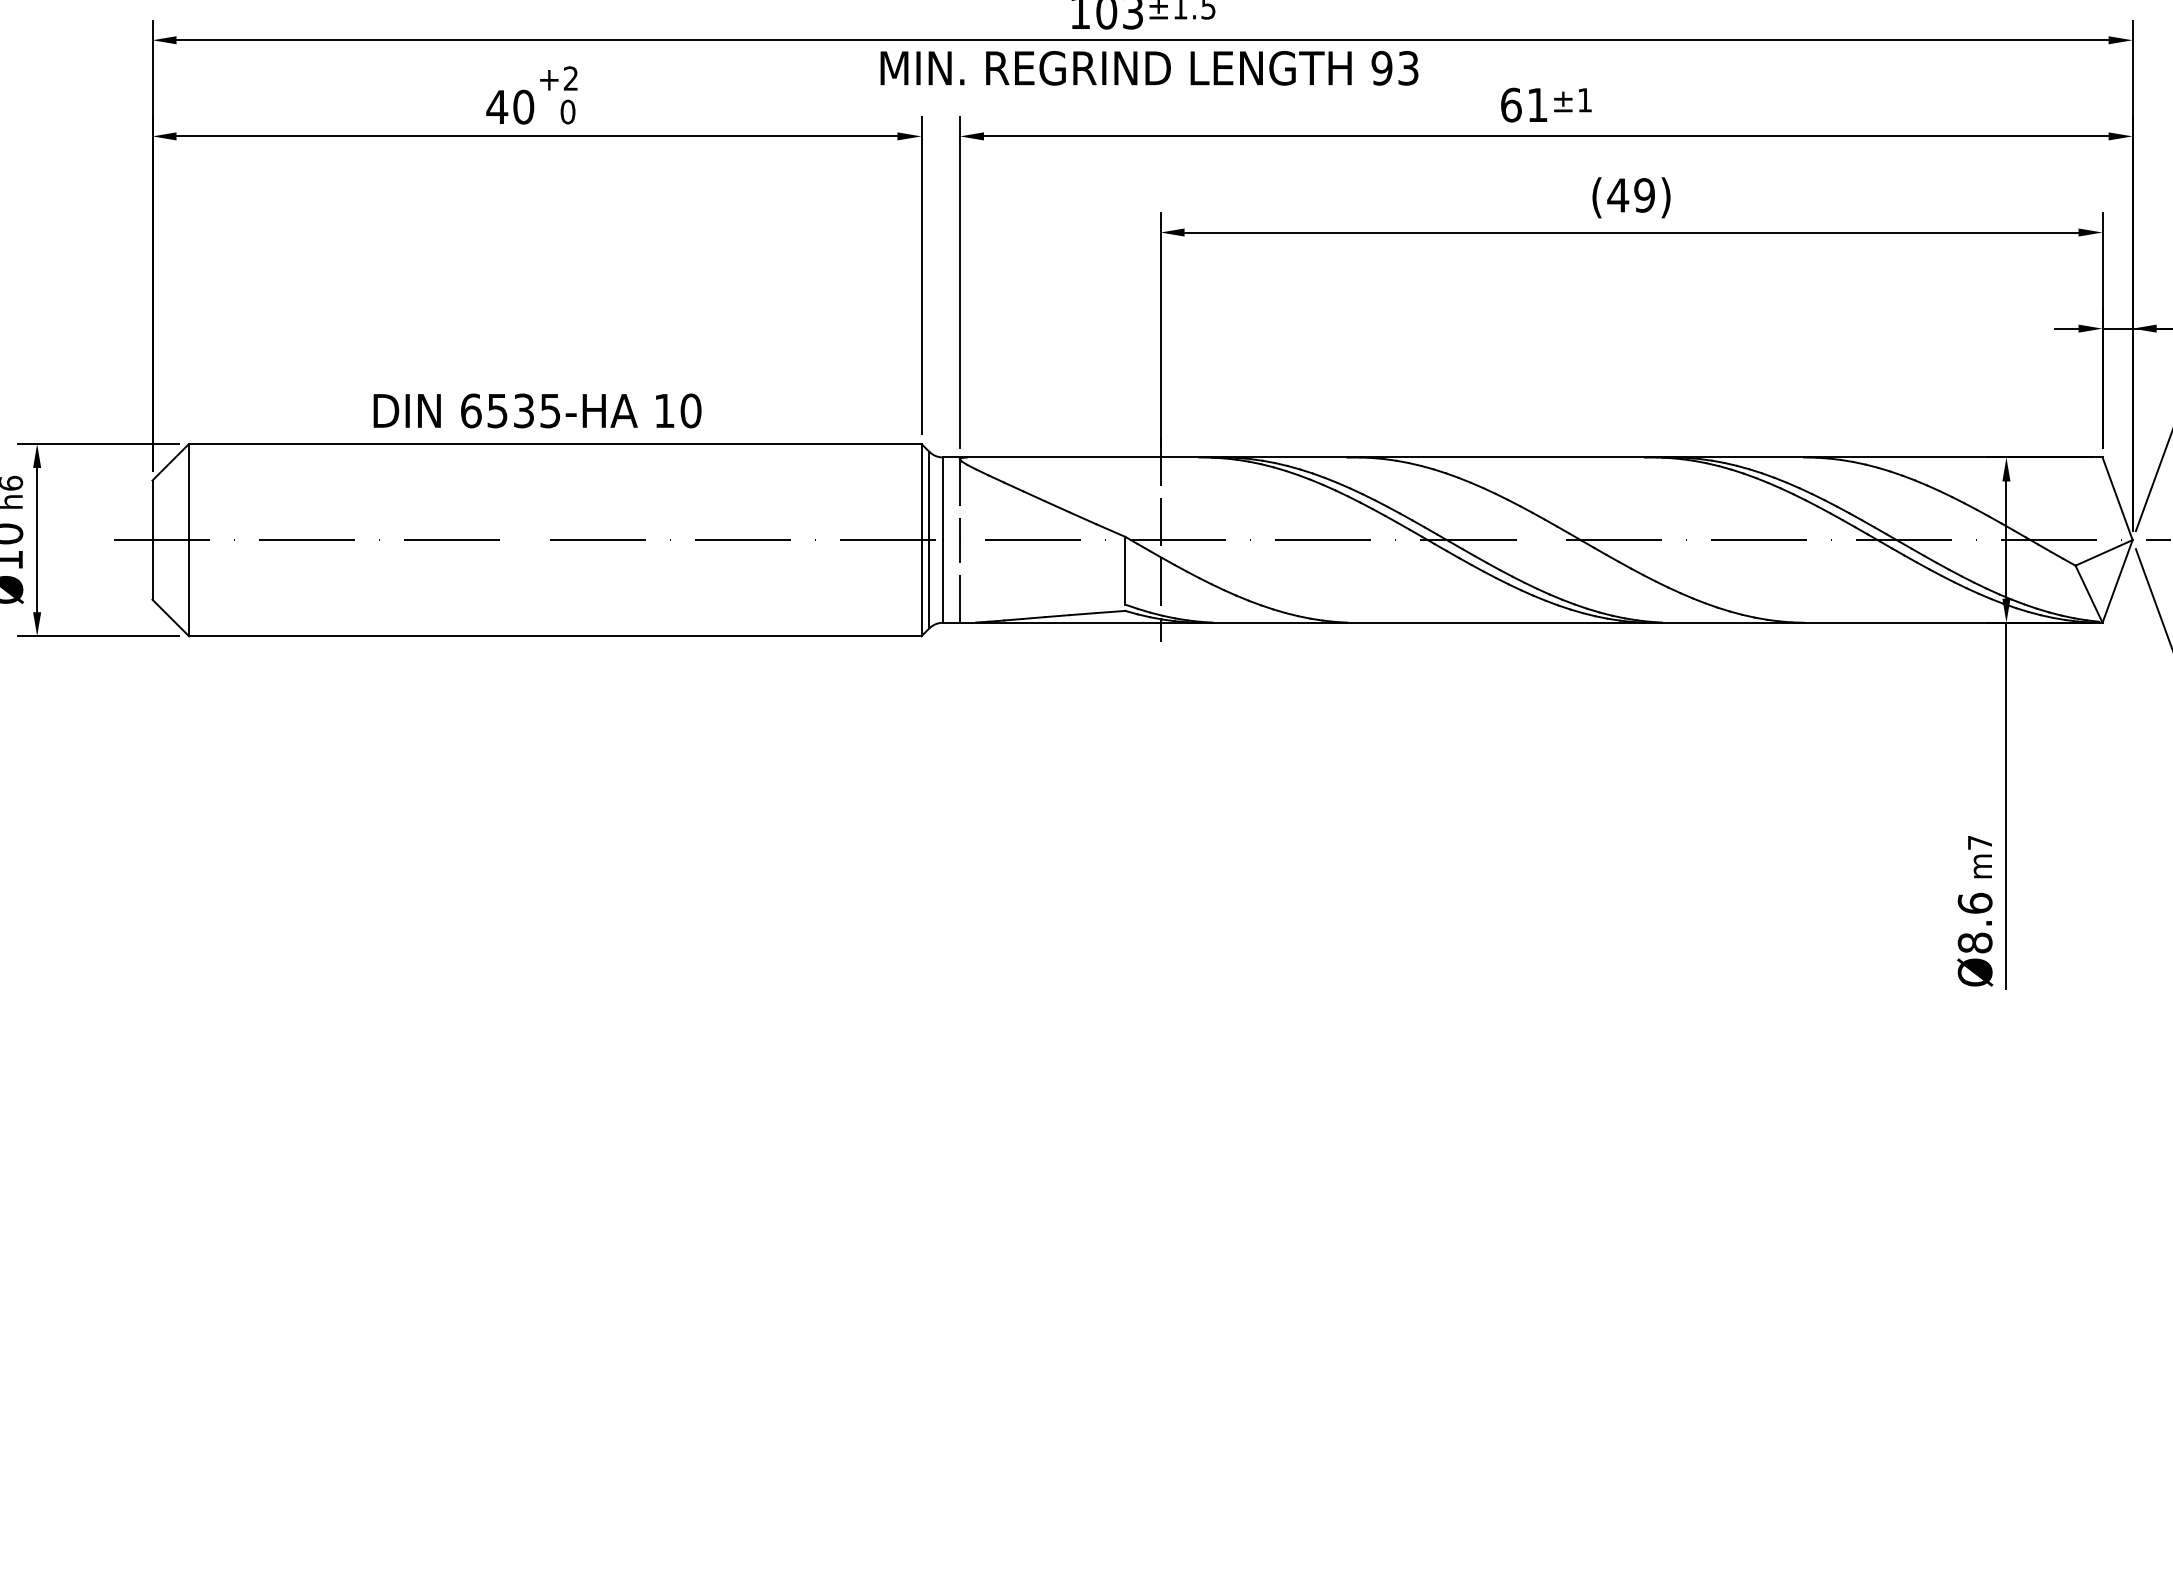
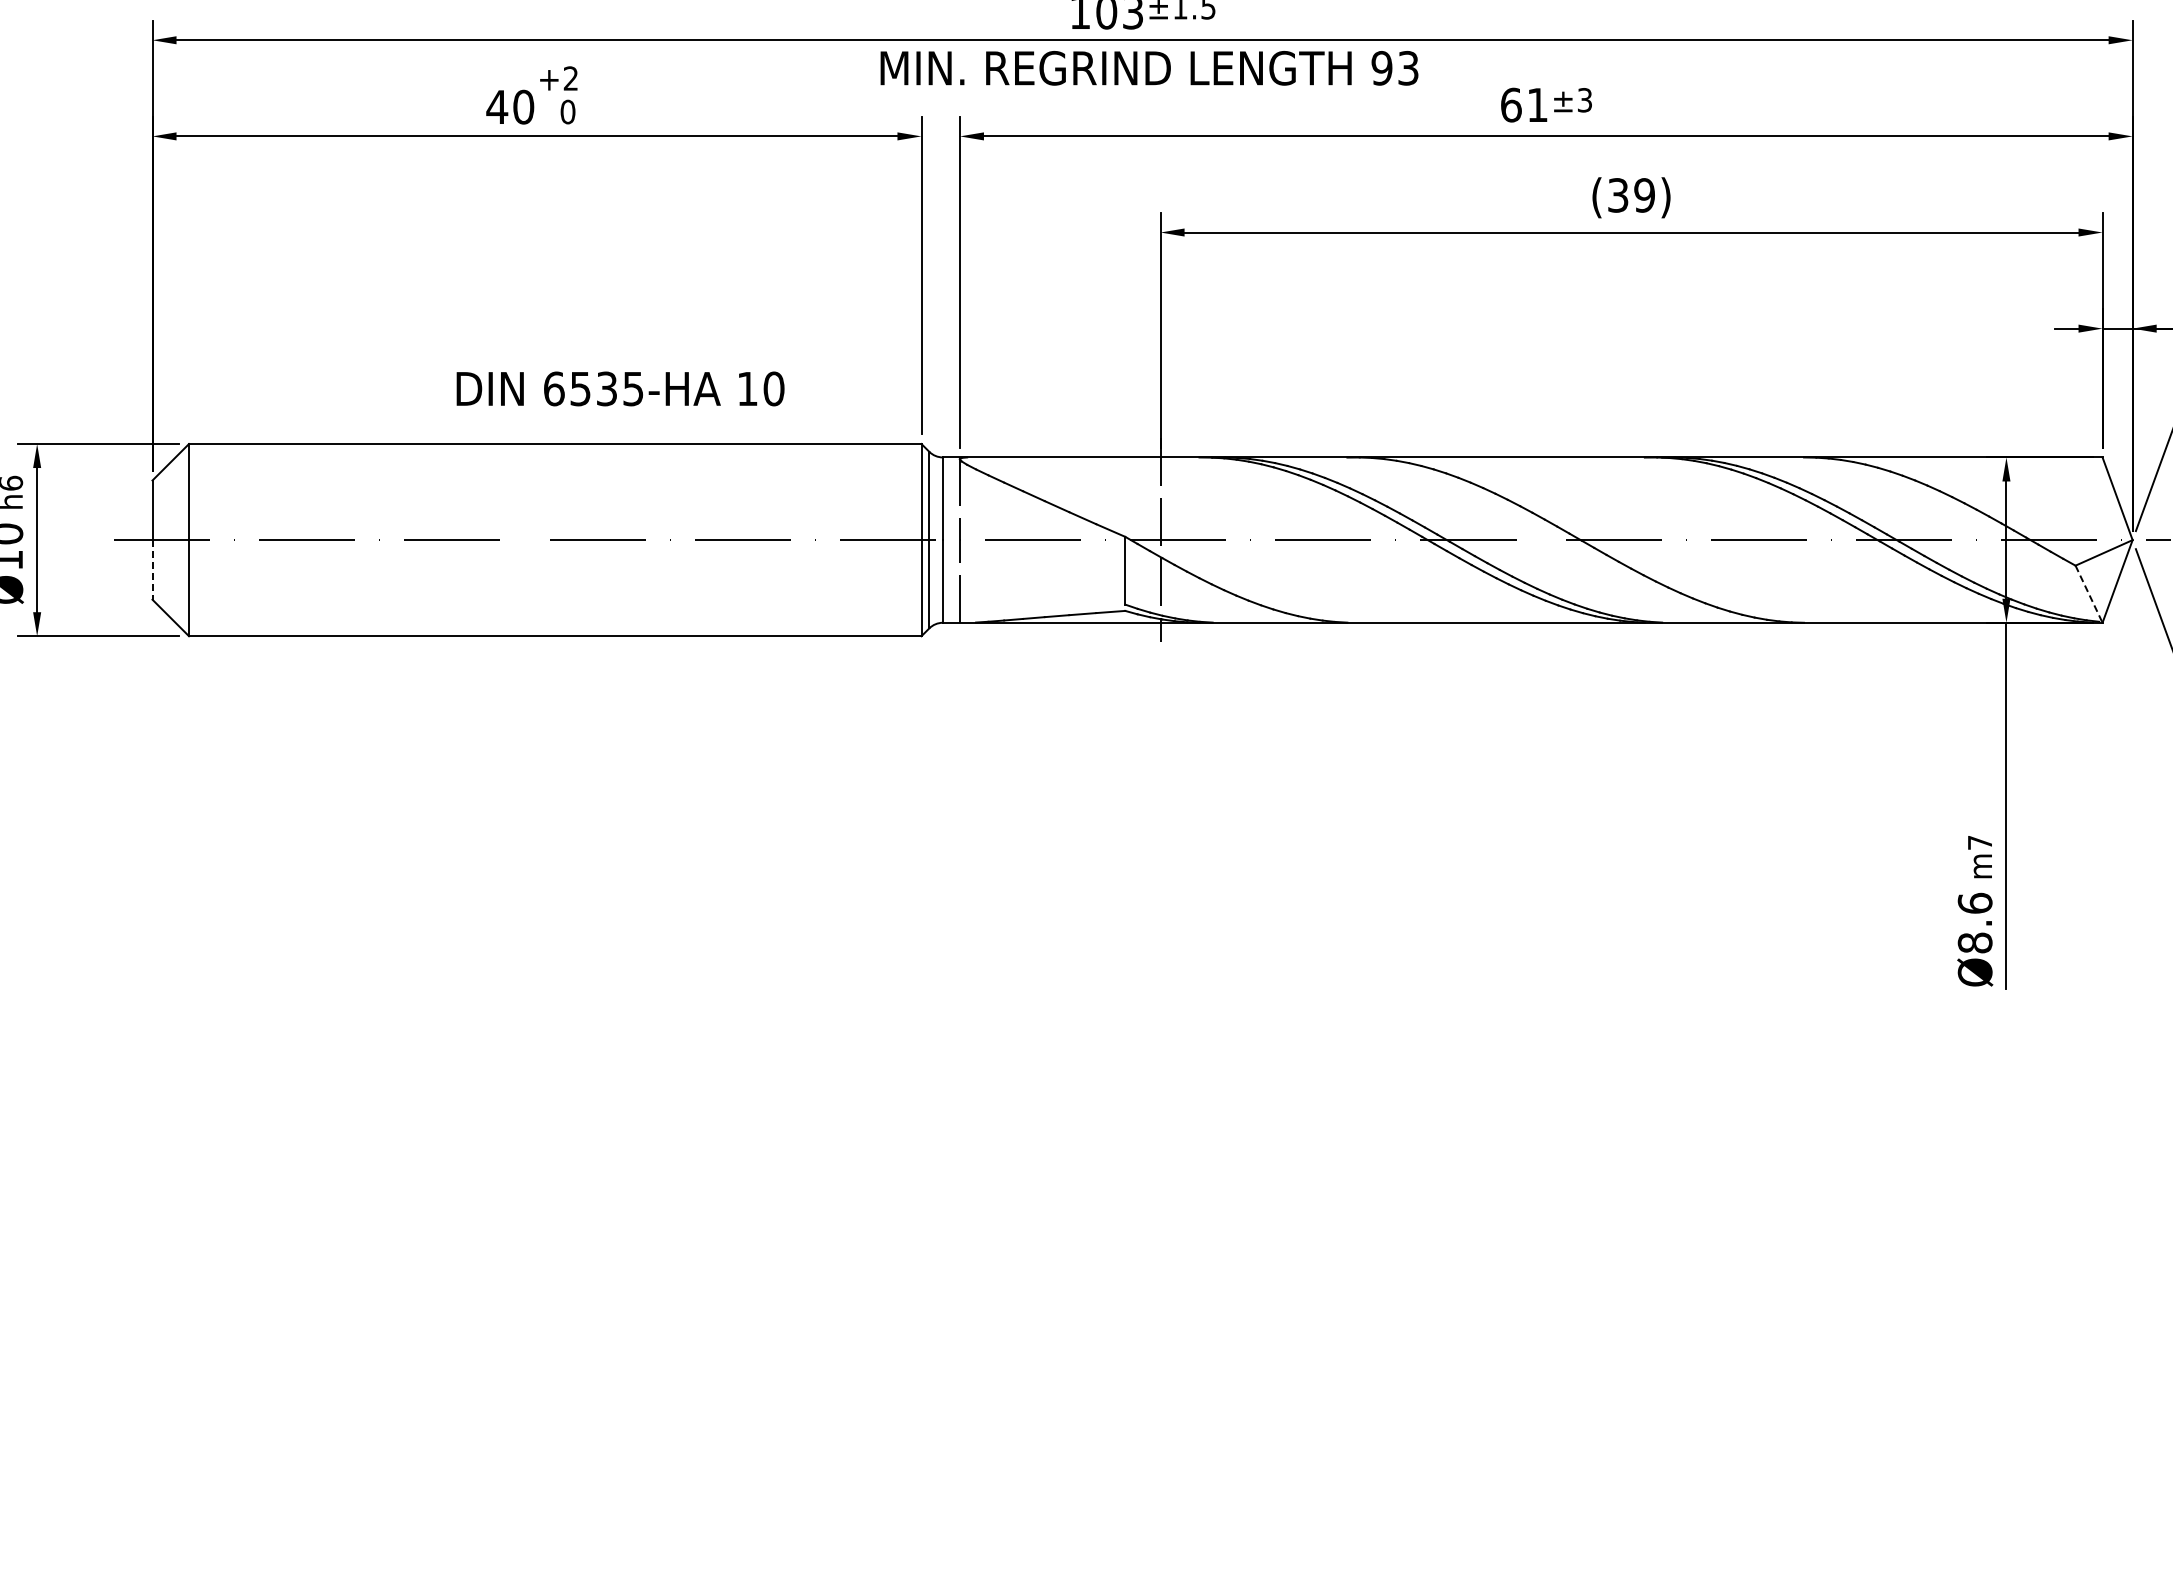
text at (1584, 100): ±1 -> ±3
text at (1618, 195): (49) -> (39)
text at (537, 410) position: (537, 410) -> (620, 388)
line at (152, 569): solid -> dashed
line at (2089, 594): solid -> dashed
